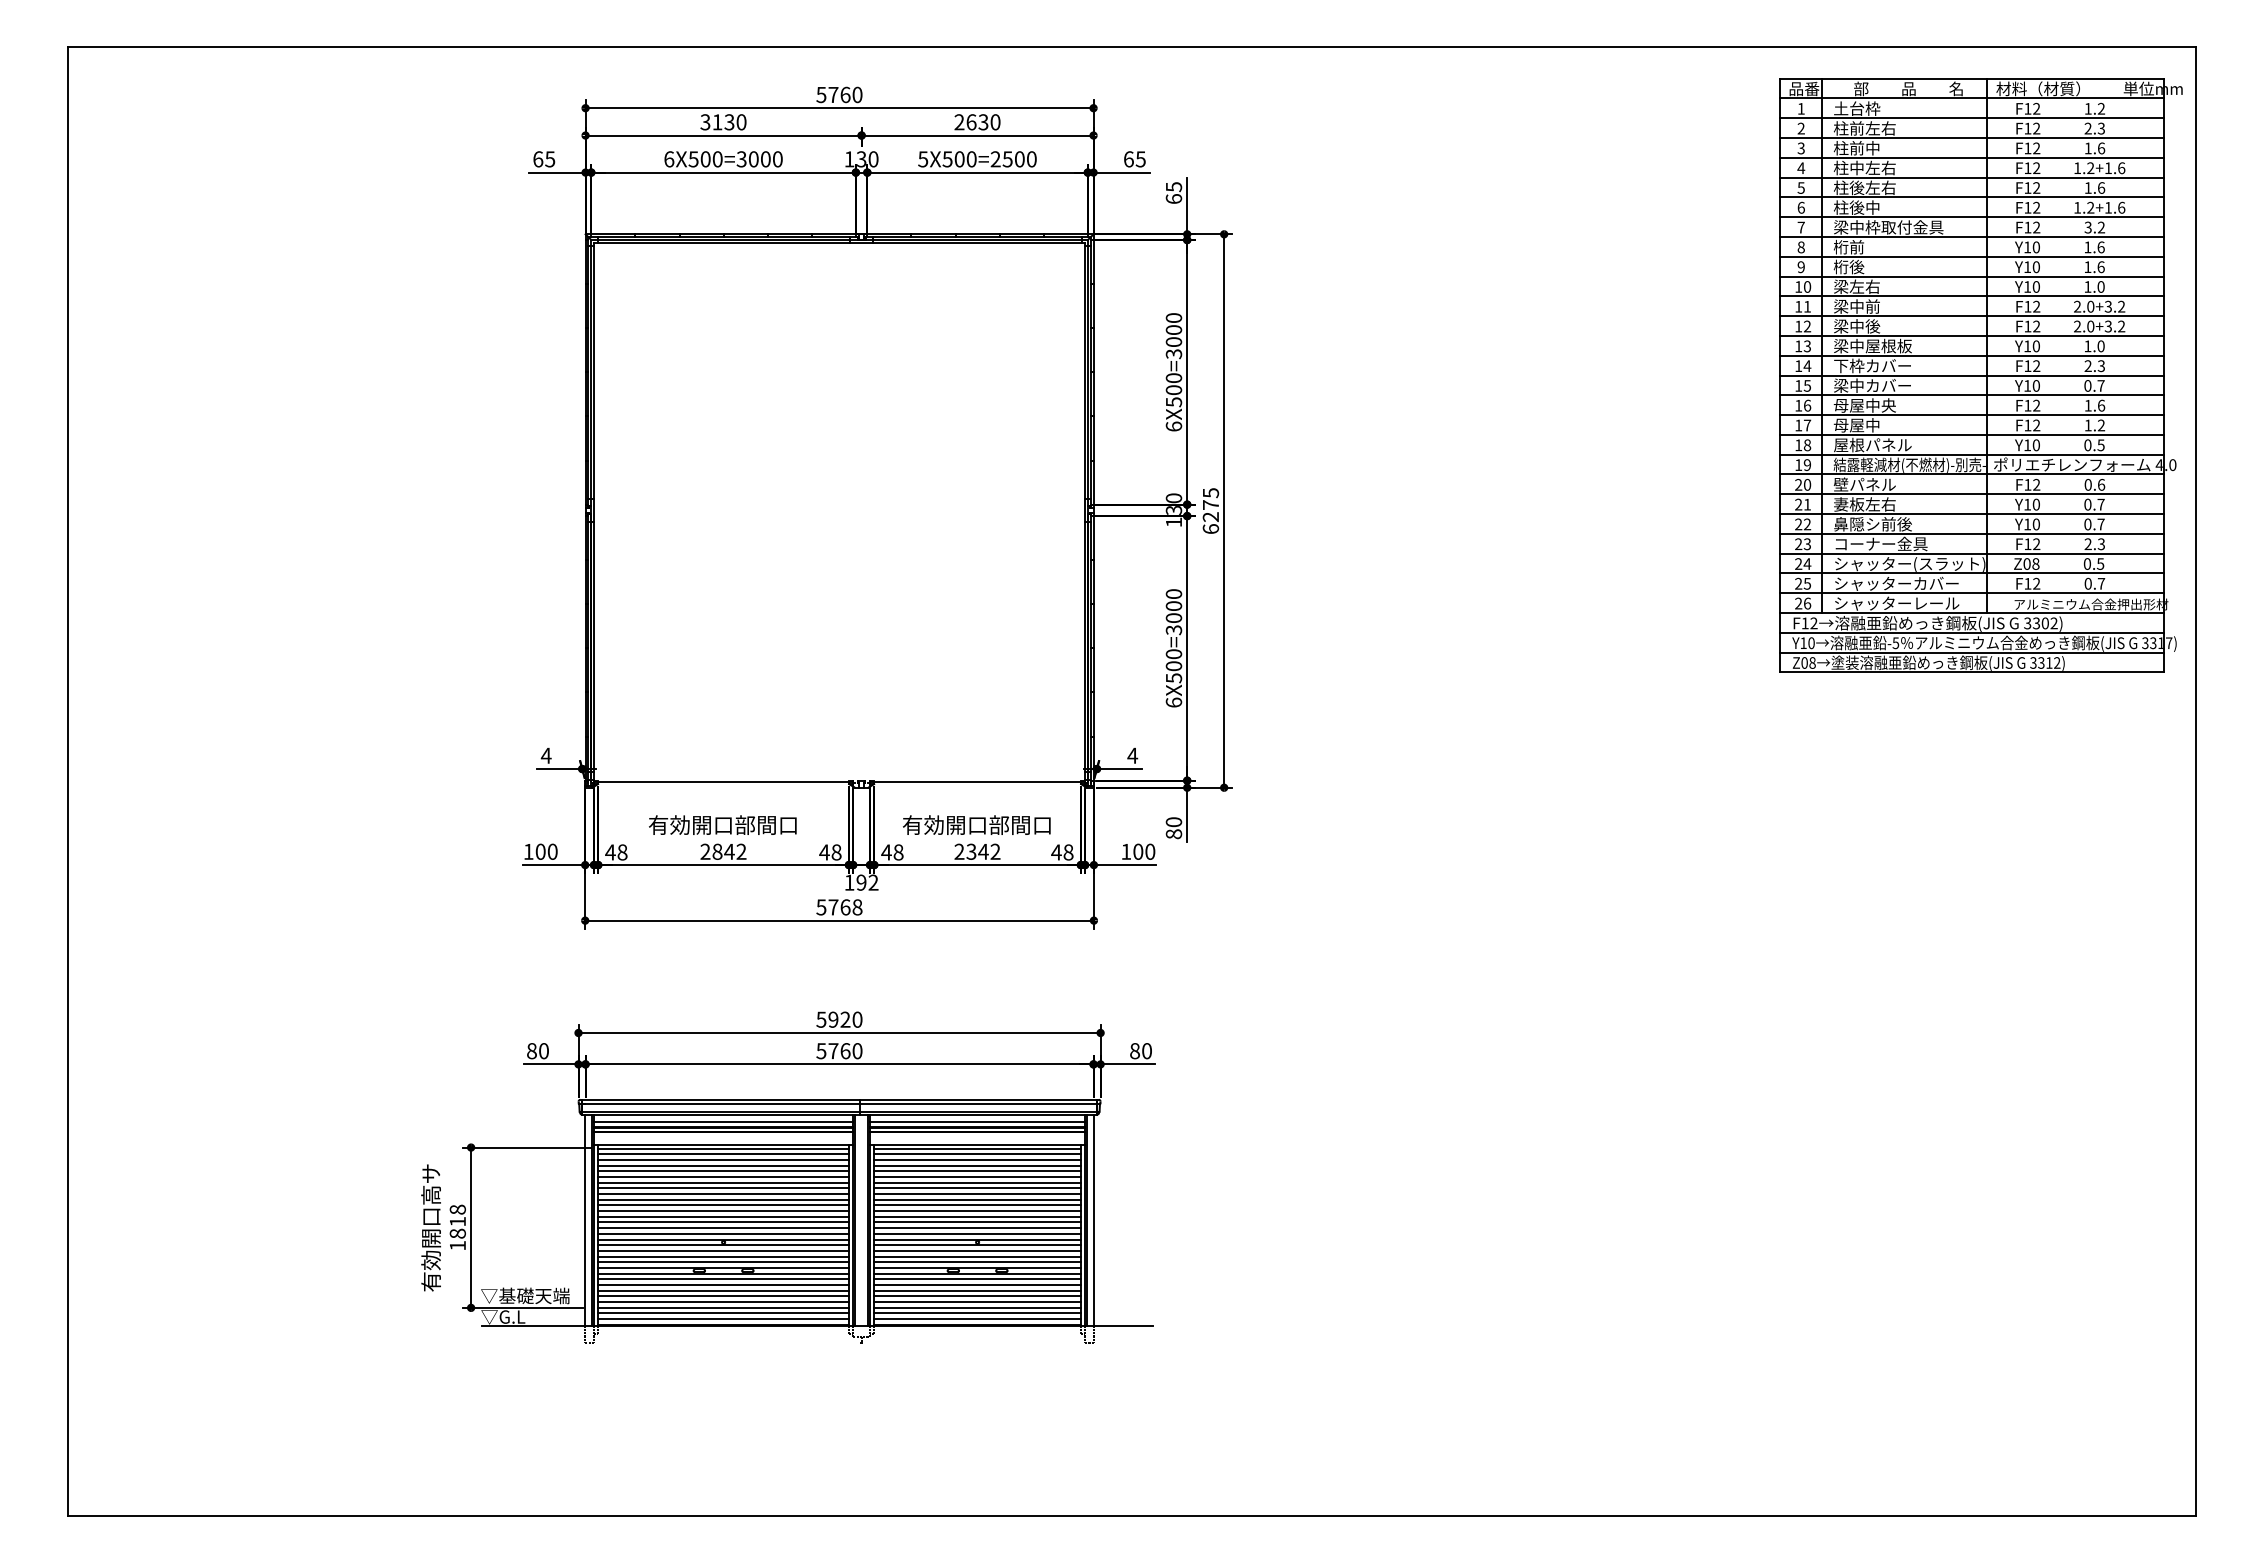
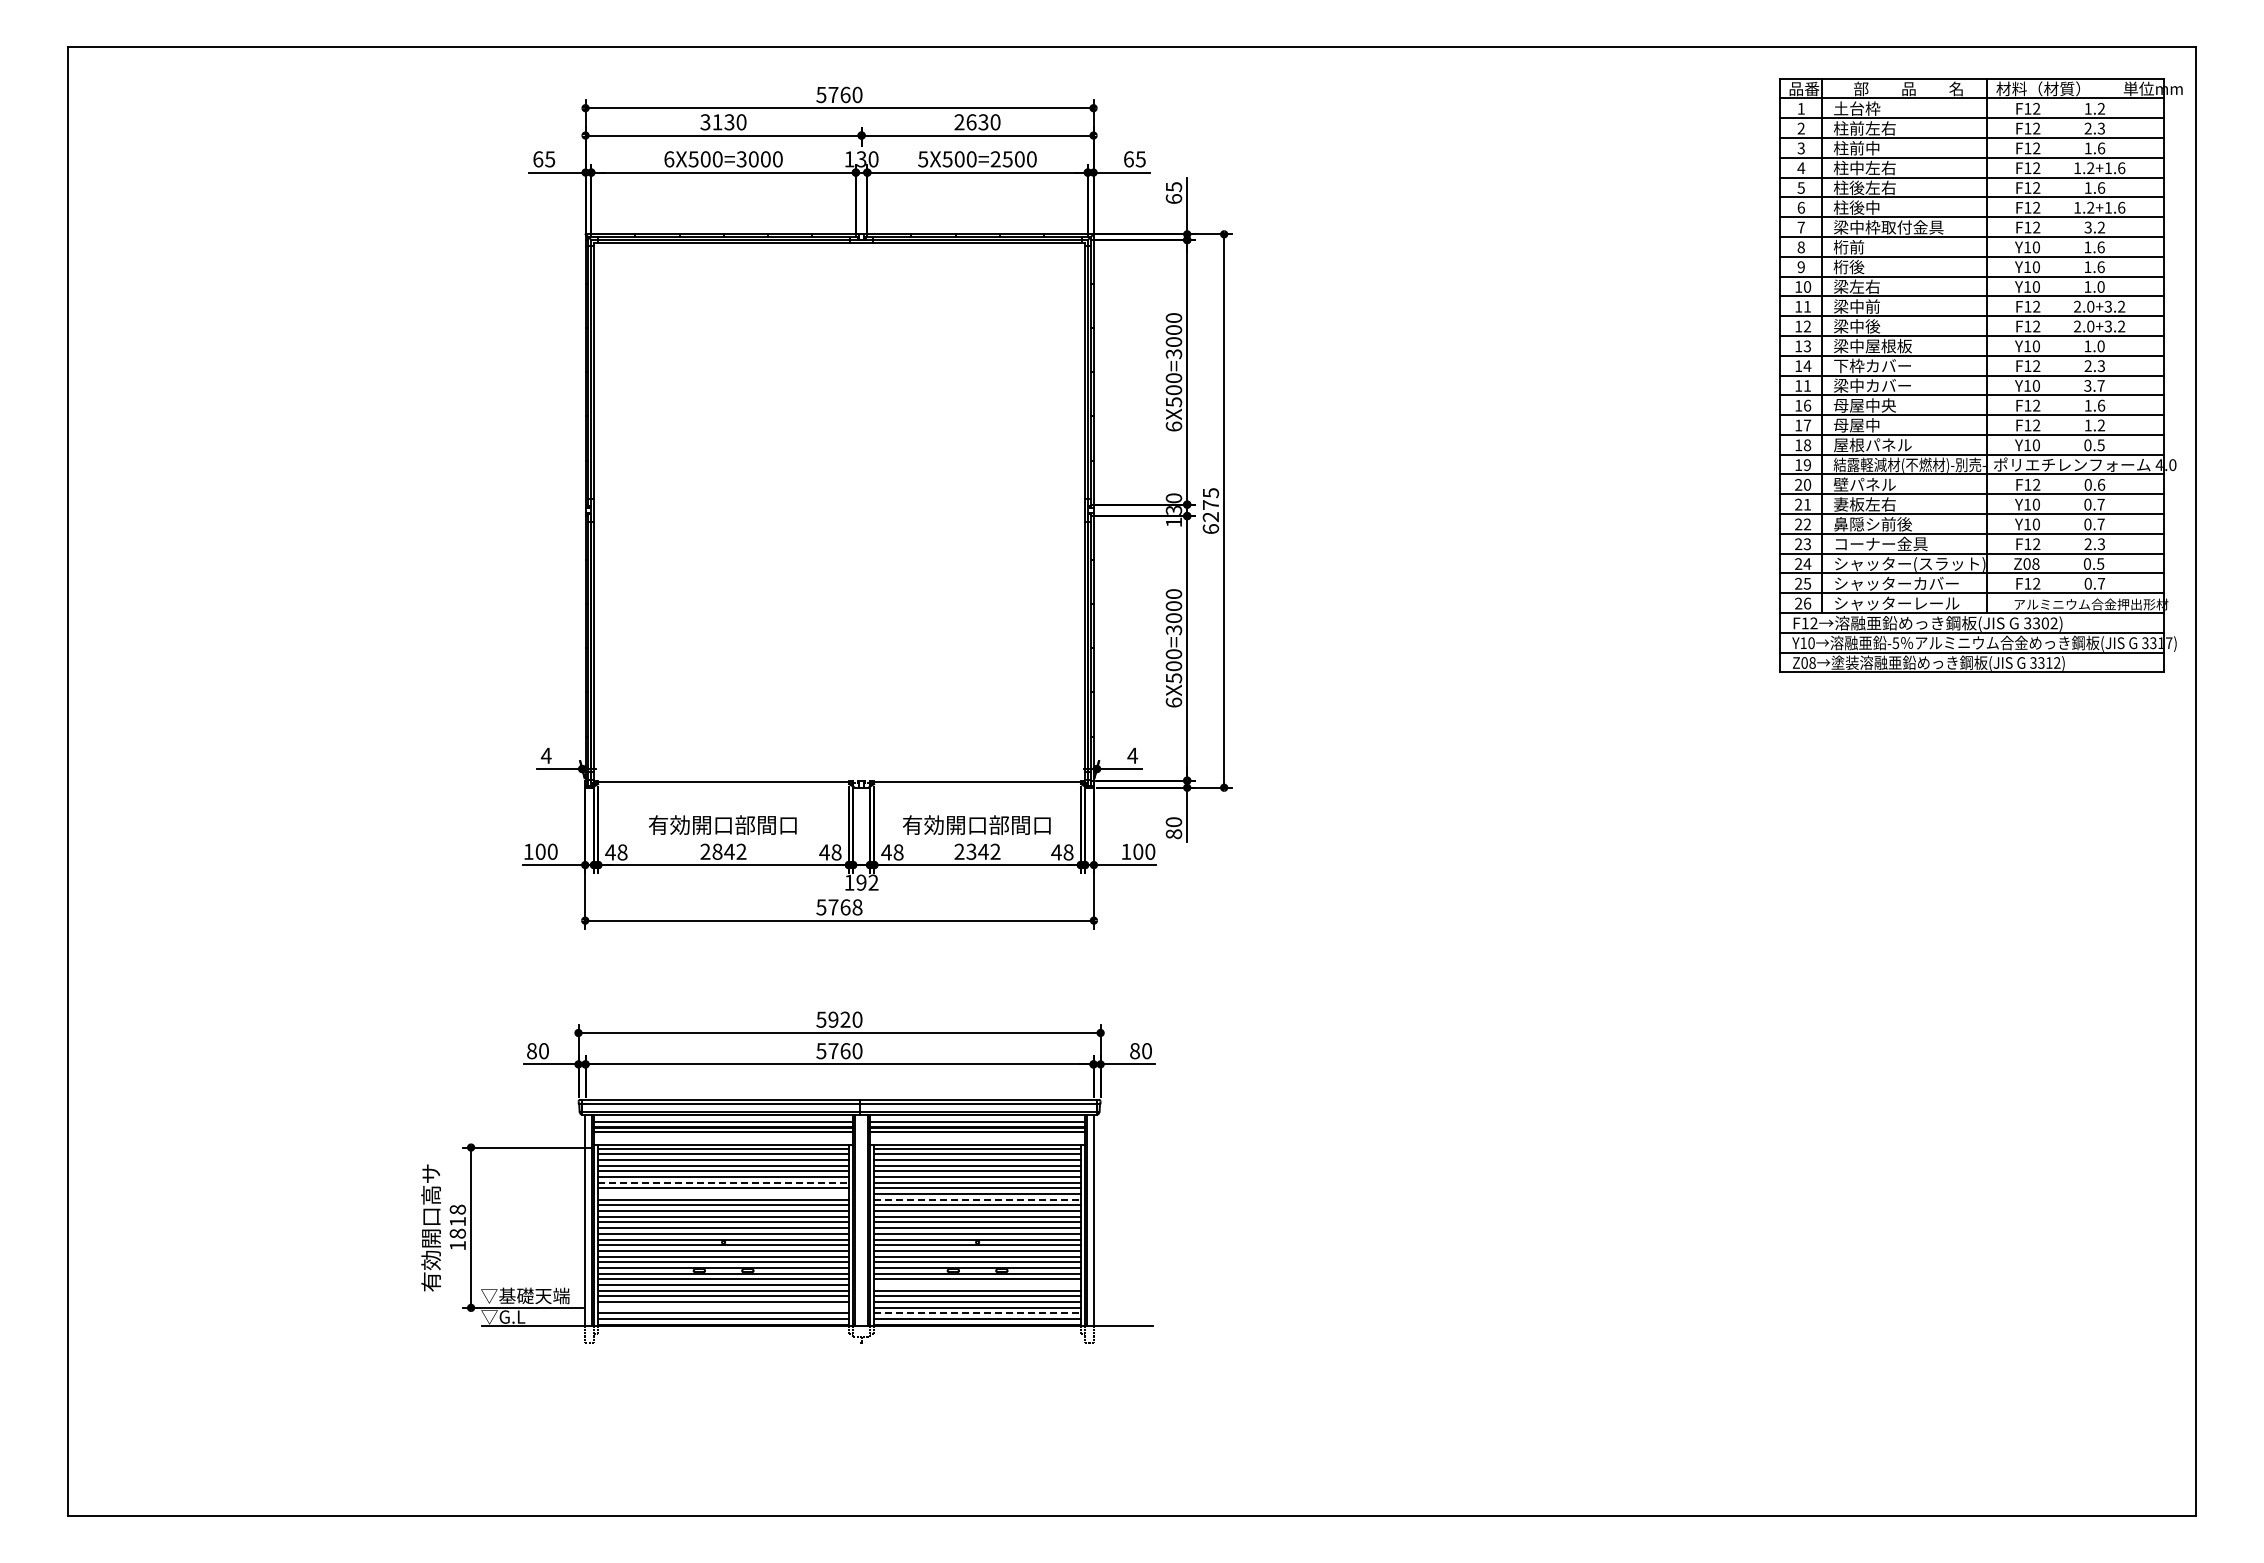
text at (1806, 385): 15 -> 11
text at (2087, 385): 0.7 -> 3.7
line at (724, 1182): solid -> dashed
line at (723, 1194): present -> none
line at (978, 1199): solid -> dashed
line at (977, 1285): present -> none
line at (723, 1307): present -> none
line at (978, 1313): solid -> dashed
